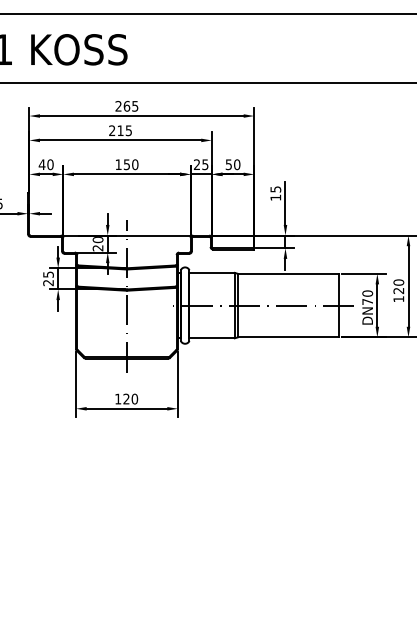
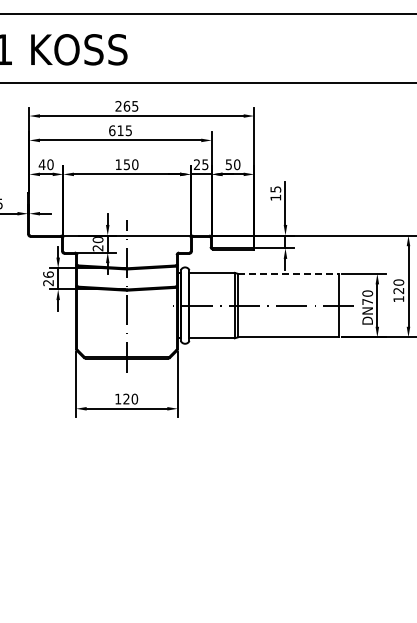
text at (112, 130): 215 -> 615
line at (288, 273): solid -> dashed
text at (48, 274): 25 -> 26
